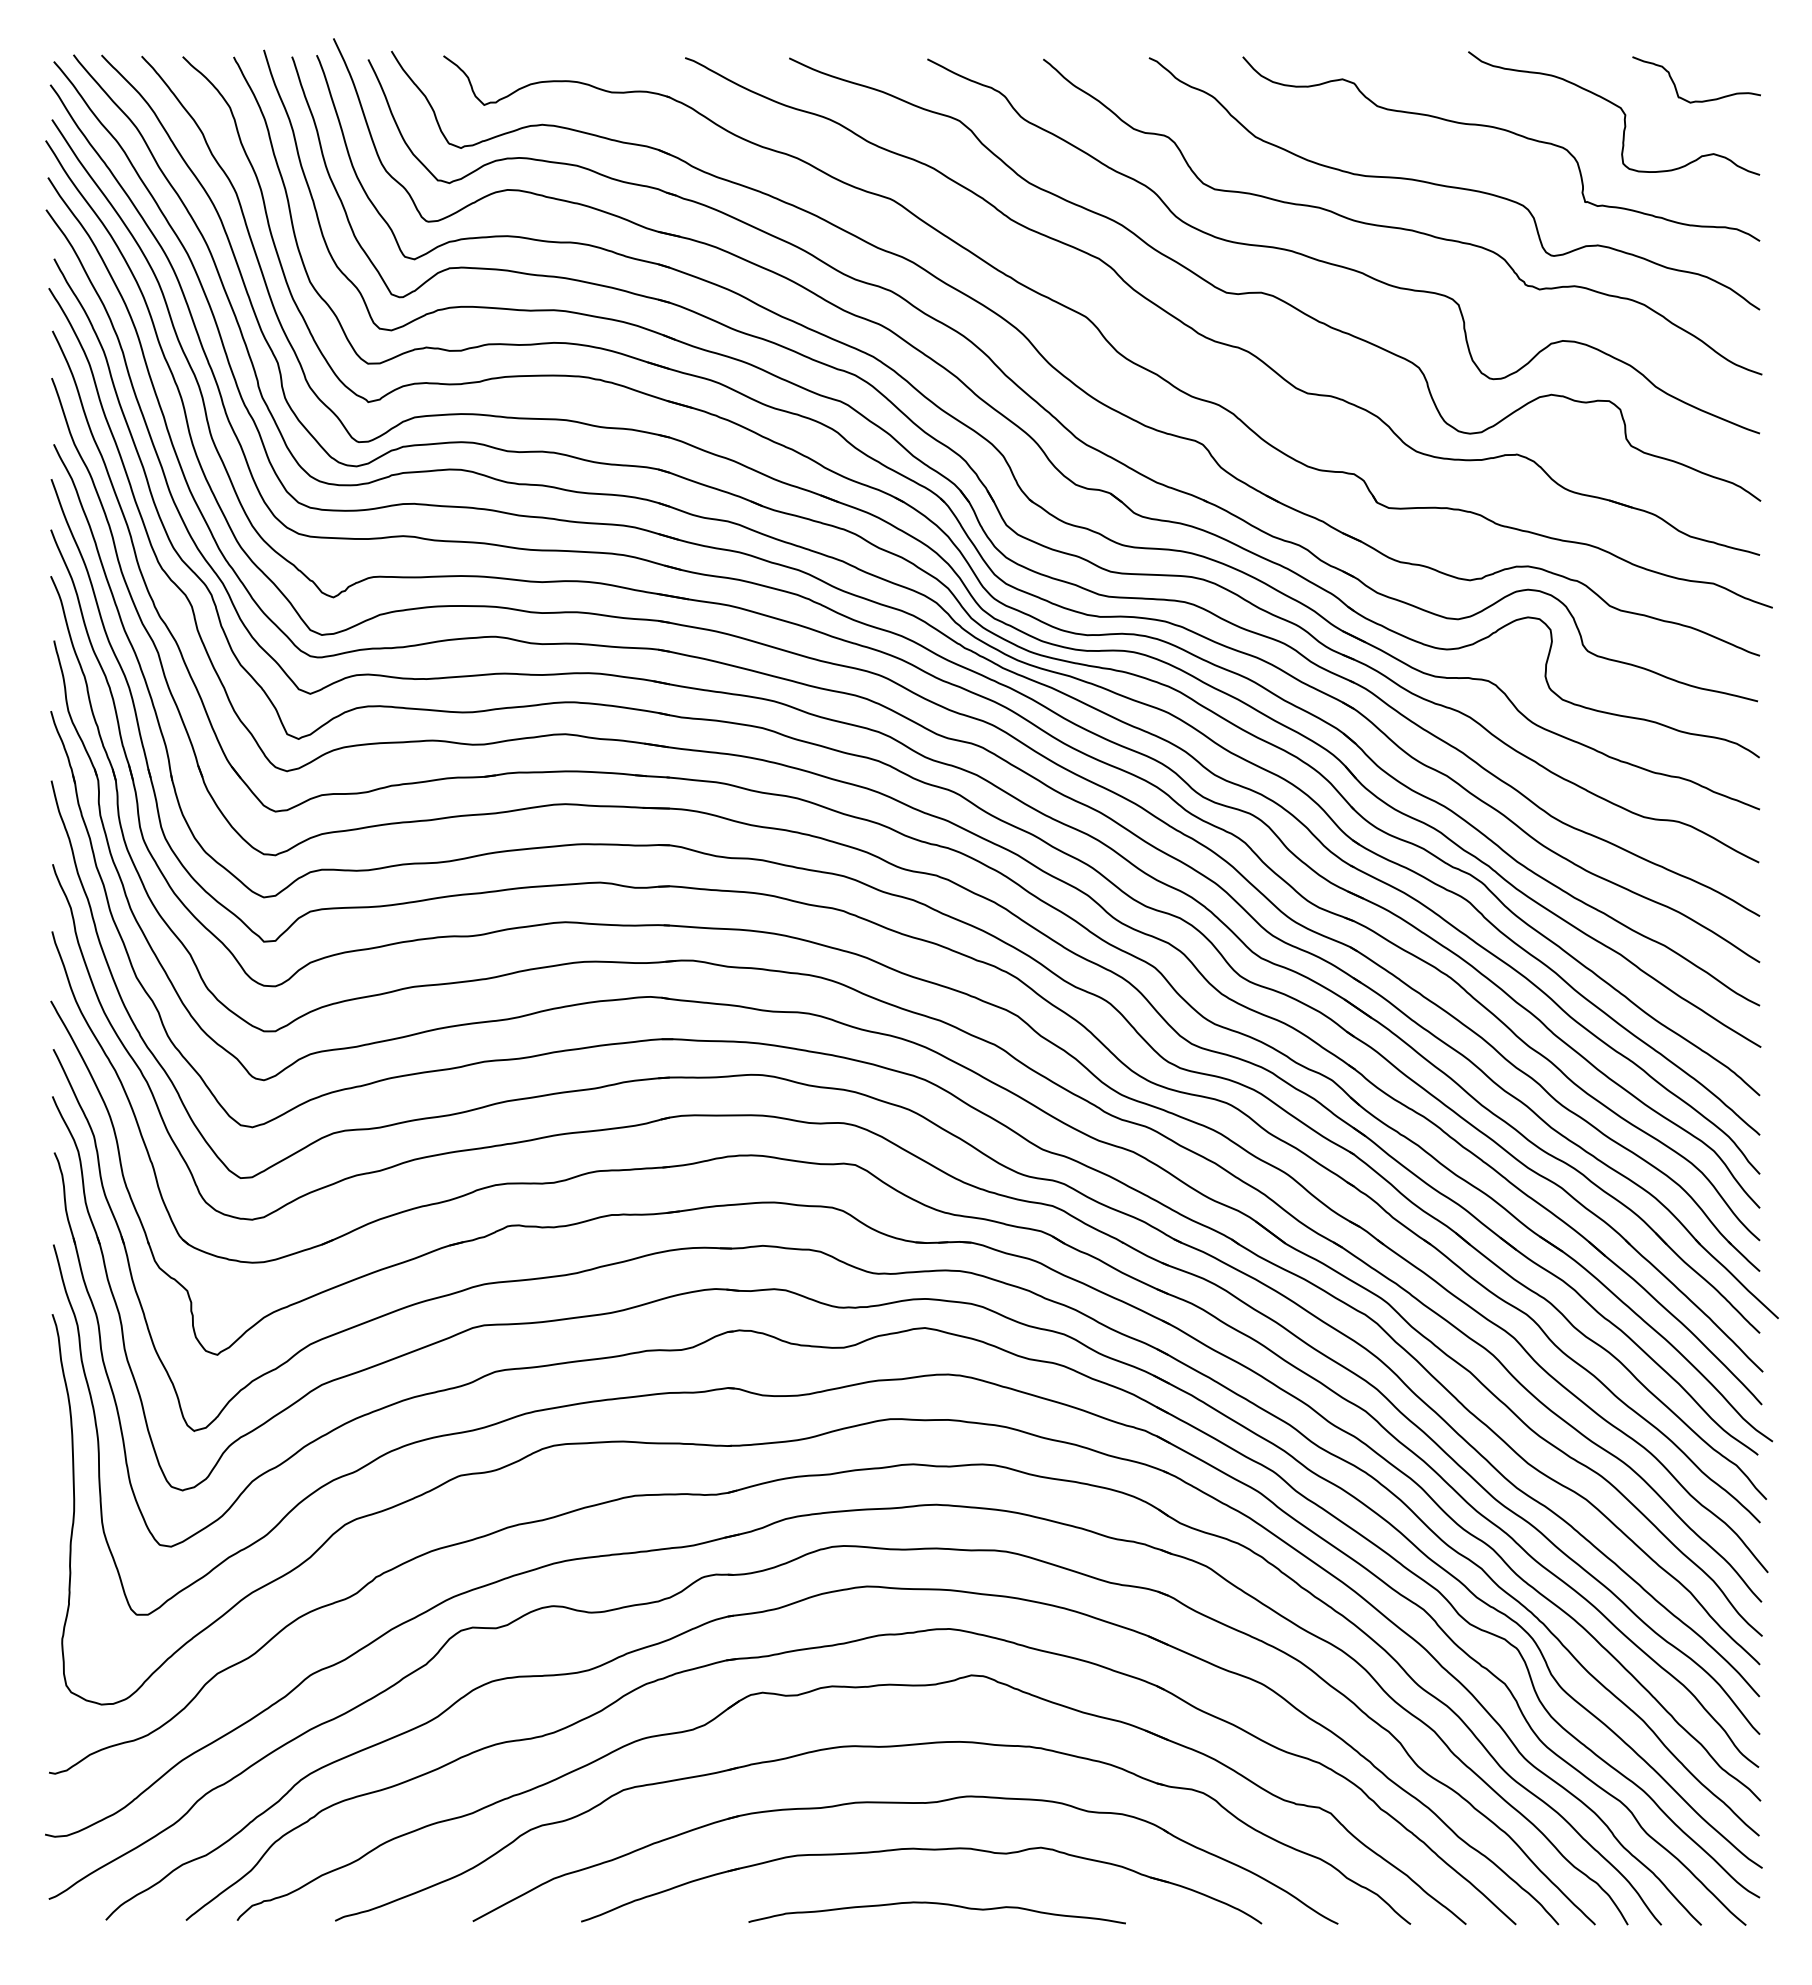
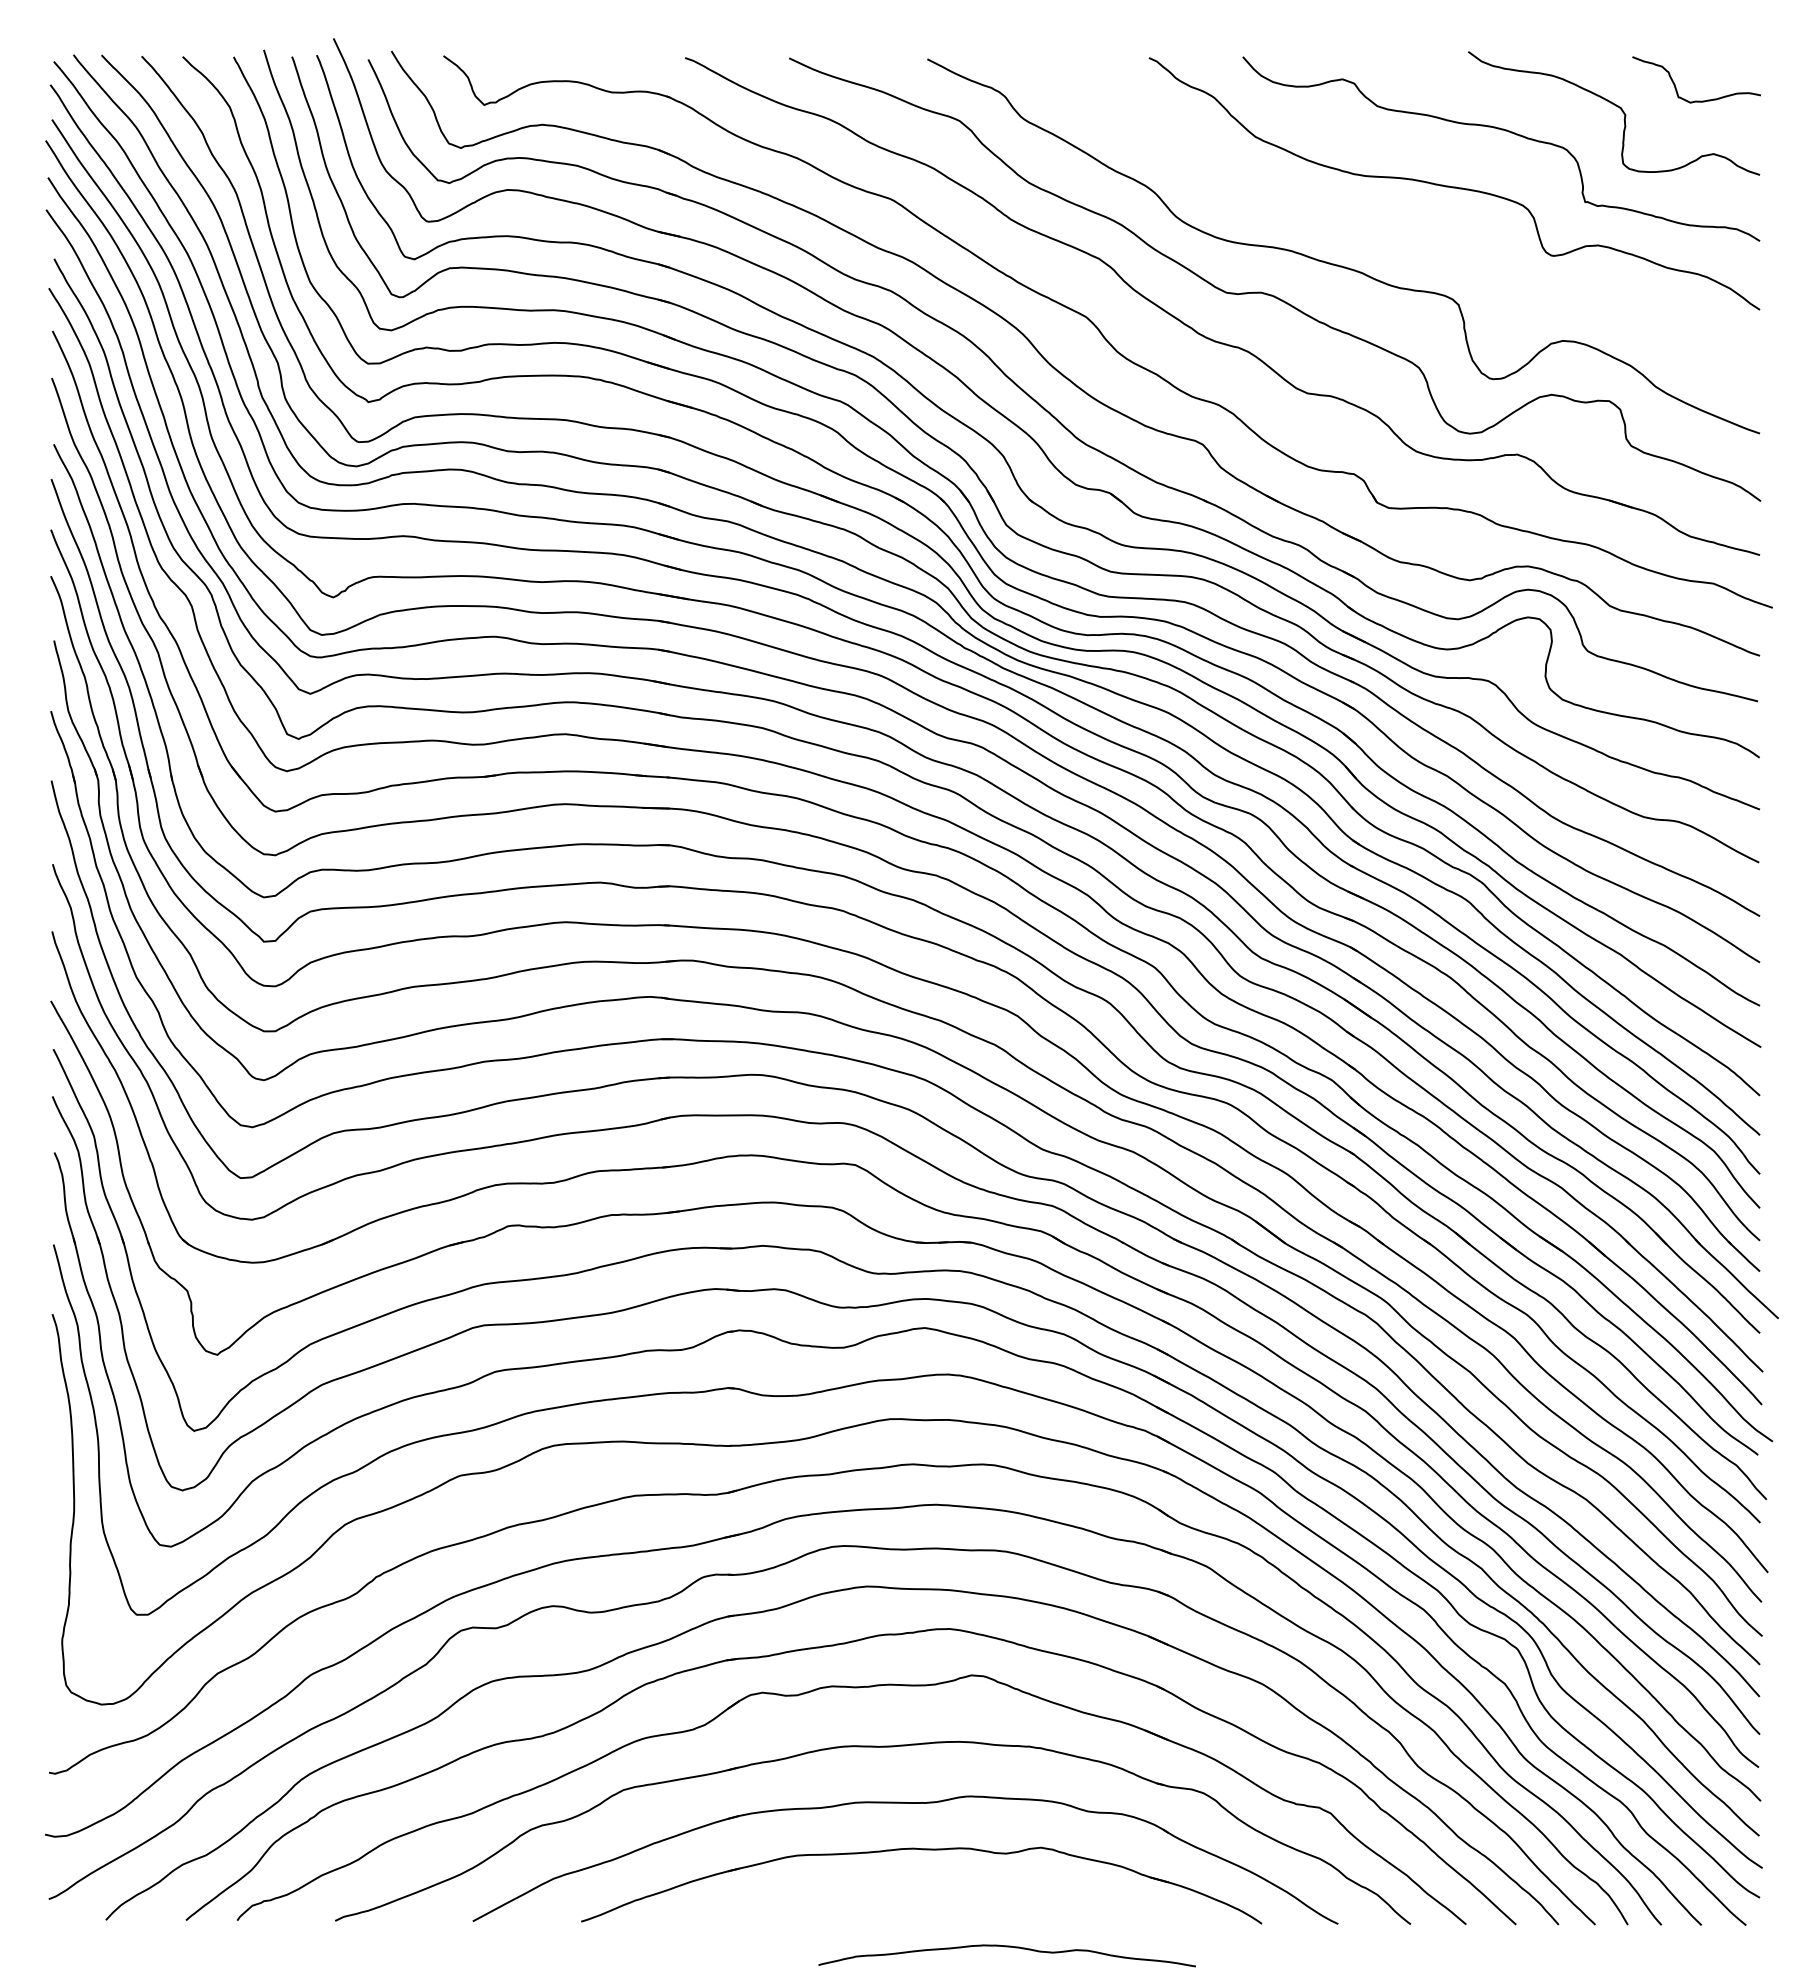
curve at (1402, 227): present -> none
curve at (936, 1904) position: (936, 1904) -> (1006, 1947)
